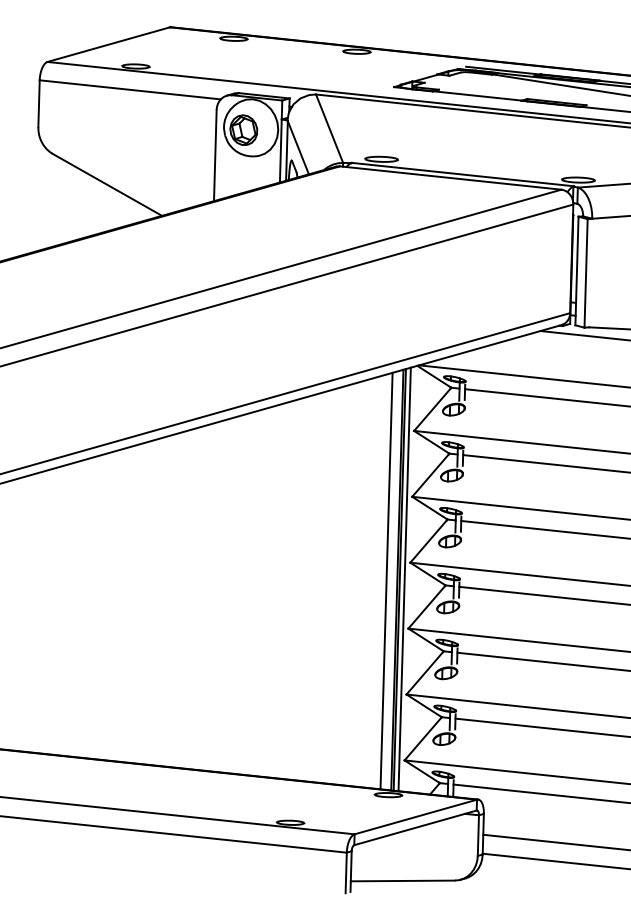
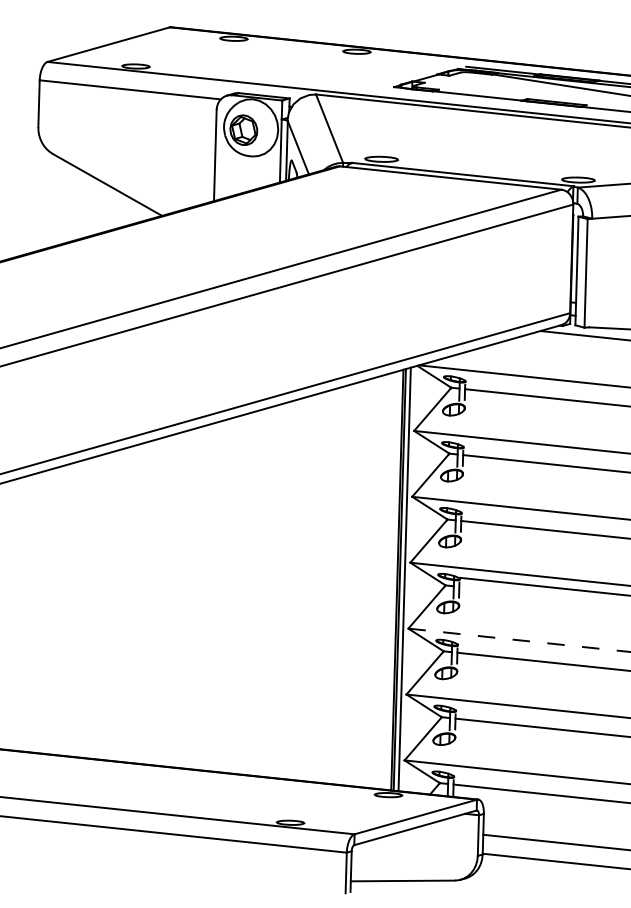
line at (386, 580): present -> none
line at (543, 595) position: (543, 595) -> (543, 586)
line at (519, 640): solid -> dashed
